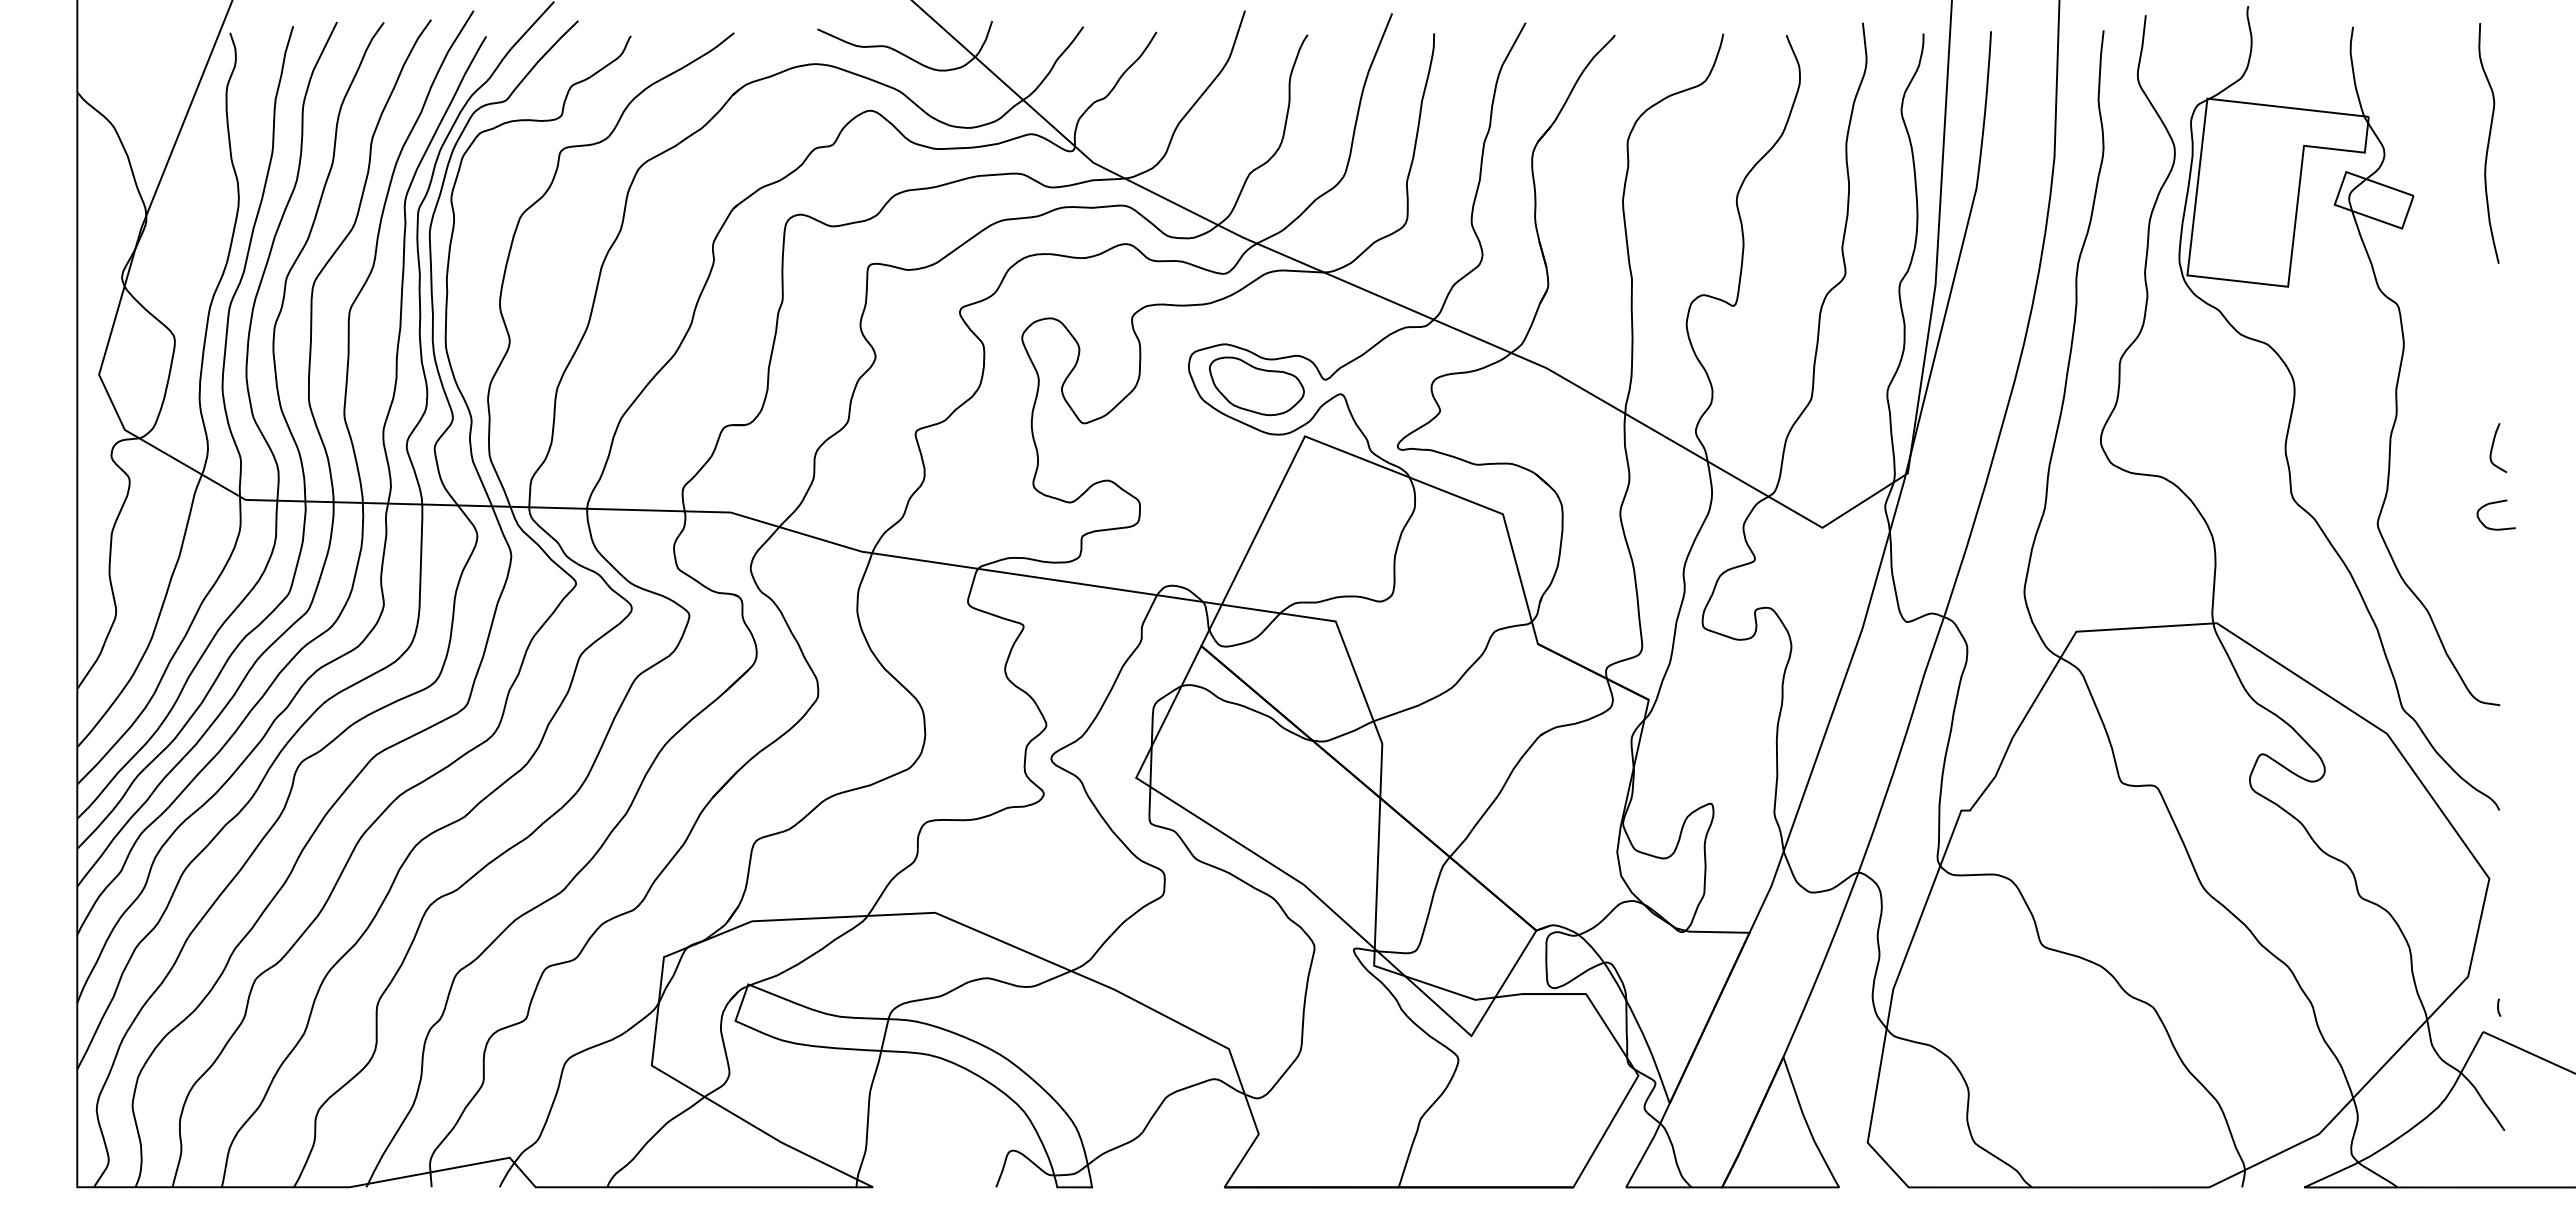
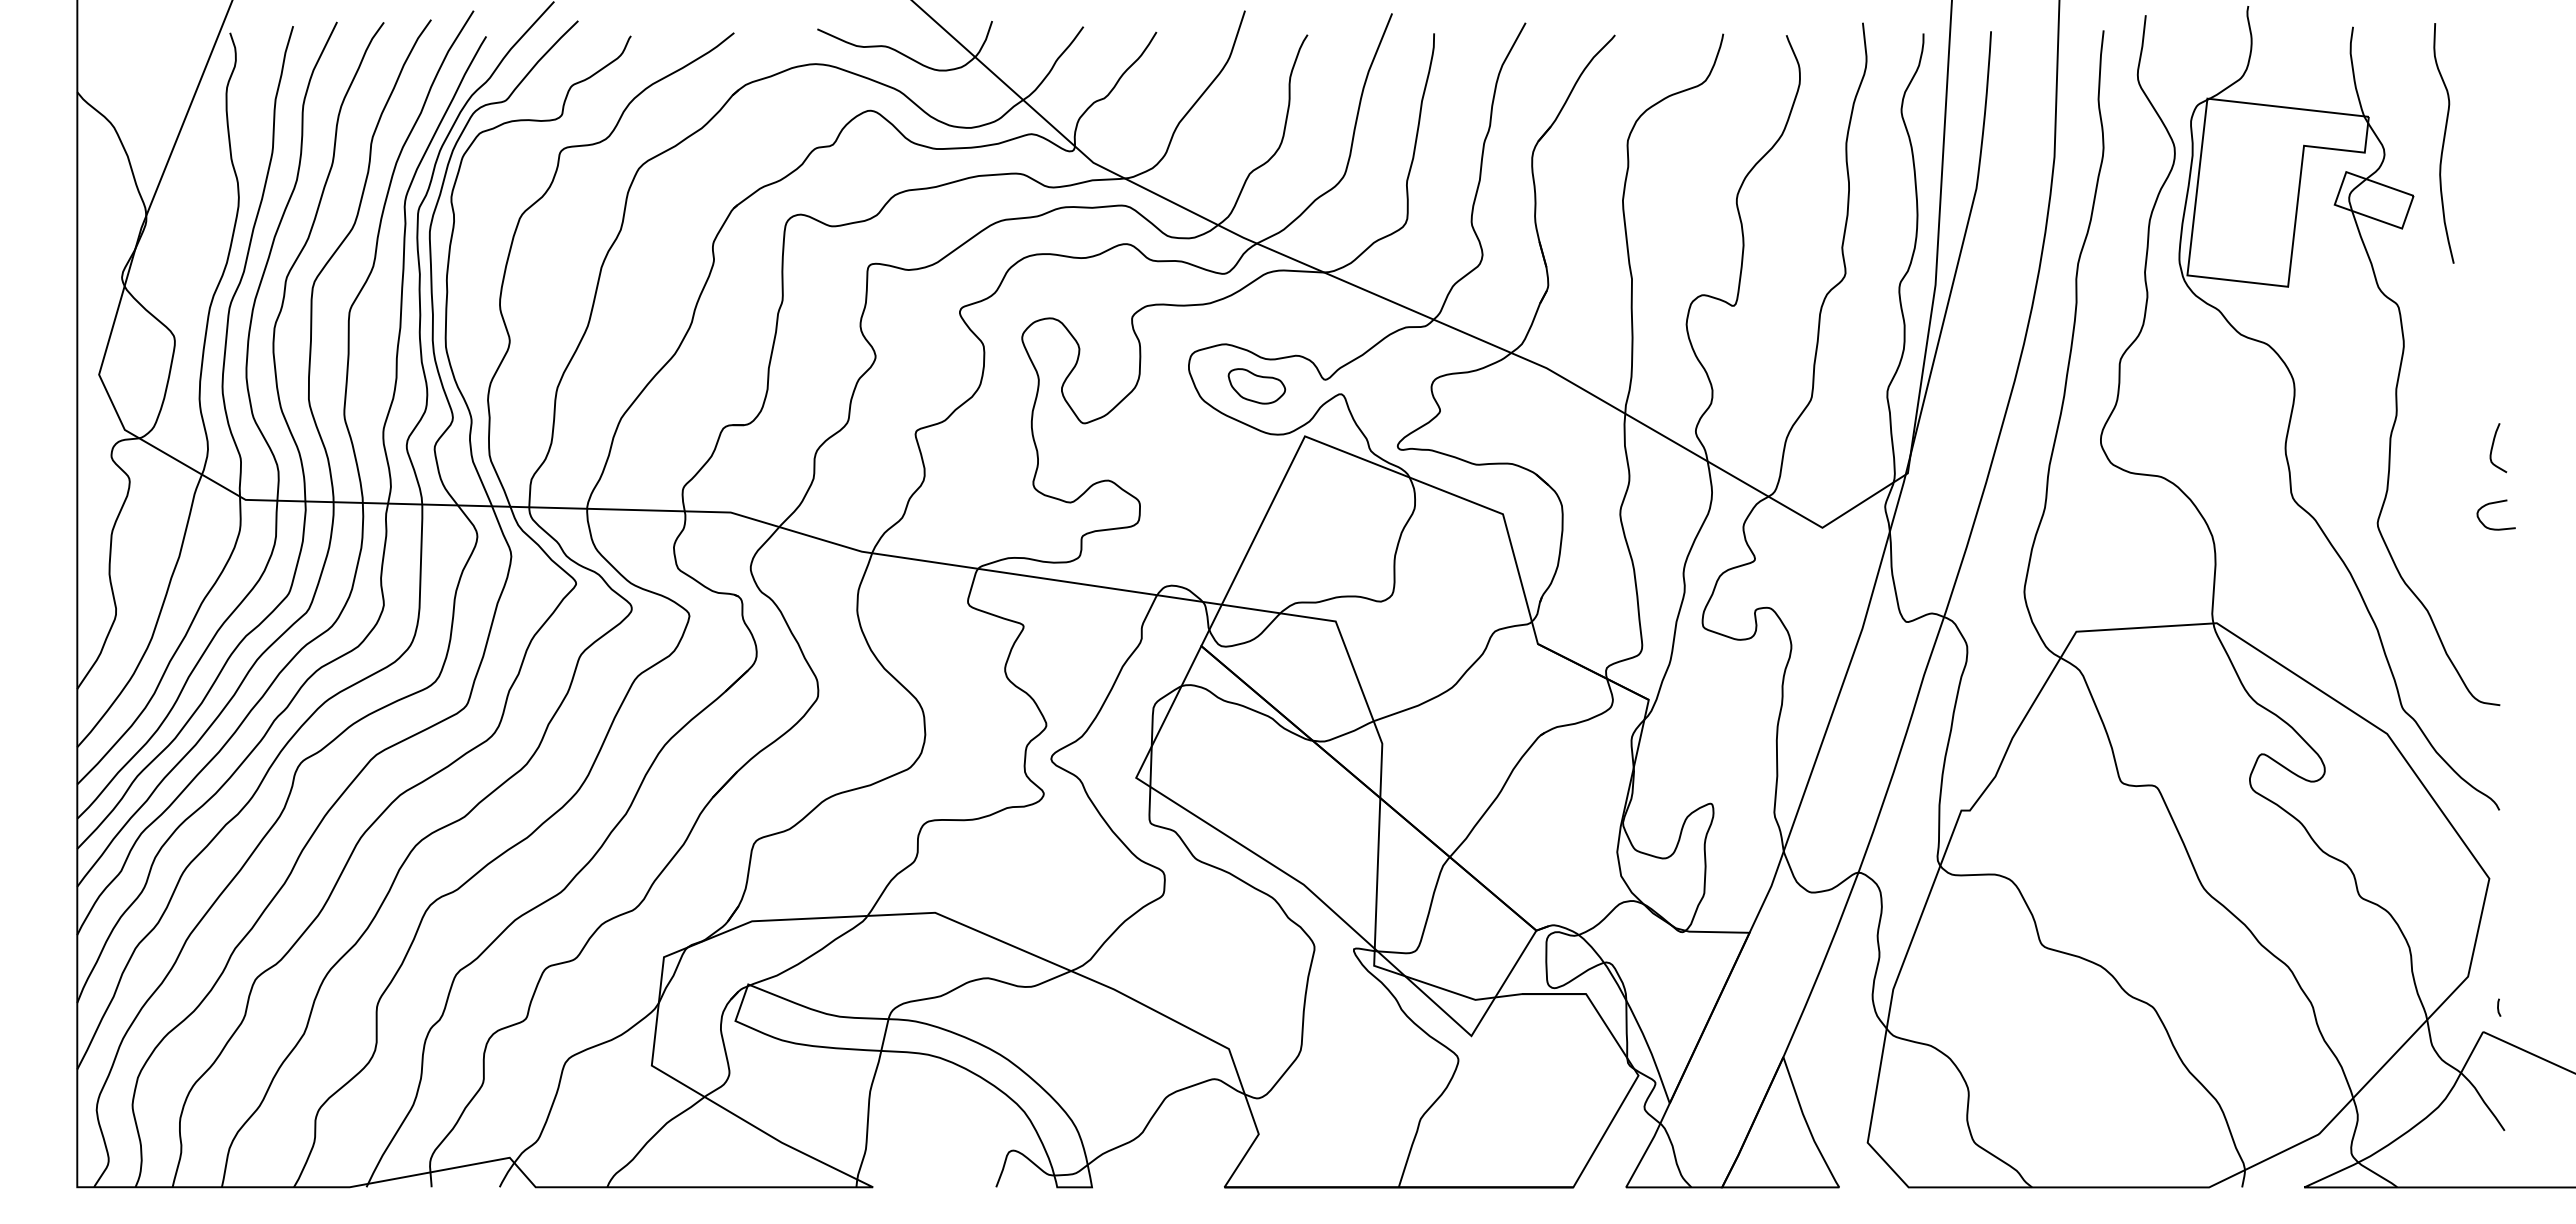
curve at (2488, 143) position: (2488, 143) -> (2443, 143)
part at (1256, 386) size: 96x61 px -> 60x37 px
